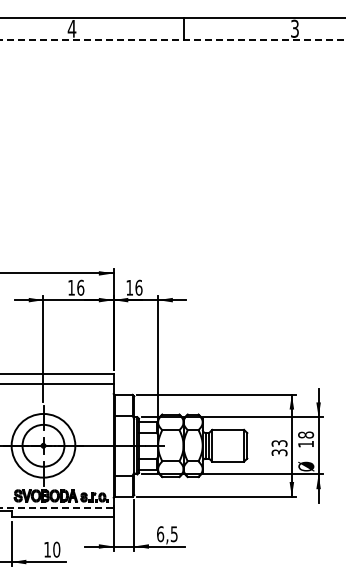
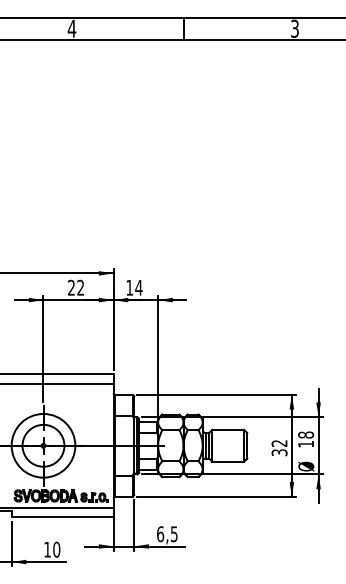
line at (173, 39): dashed -> solid
text at (76, 287): 16 -> 22
text at (138, 287): 16 -> 14
text at (279, 443): 33 -> 32
line at (57, 507): dashed -> solid
